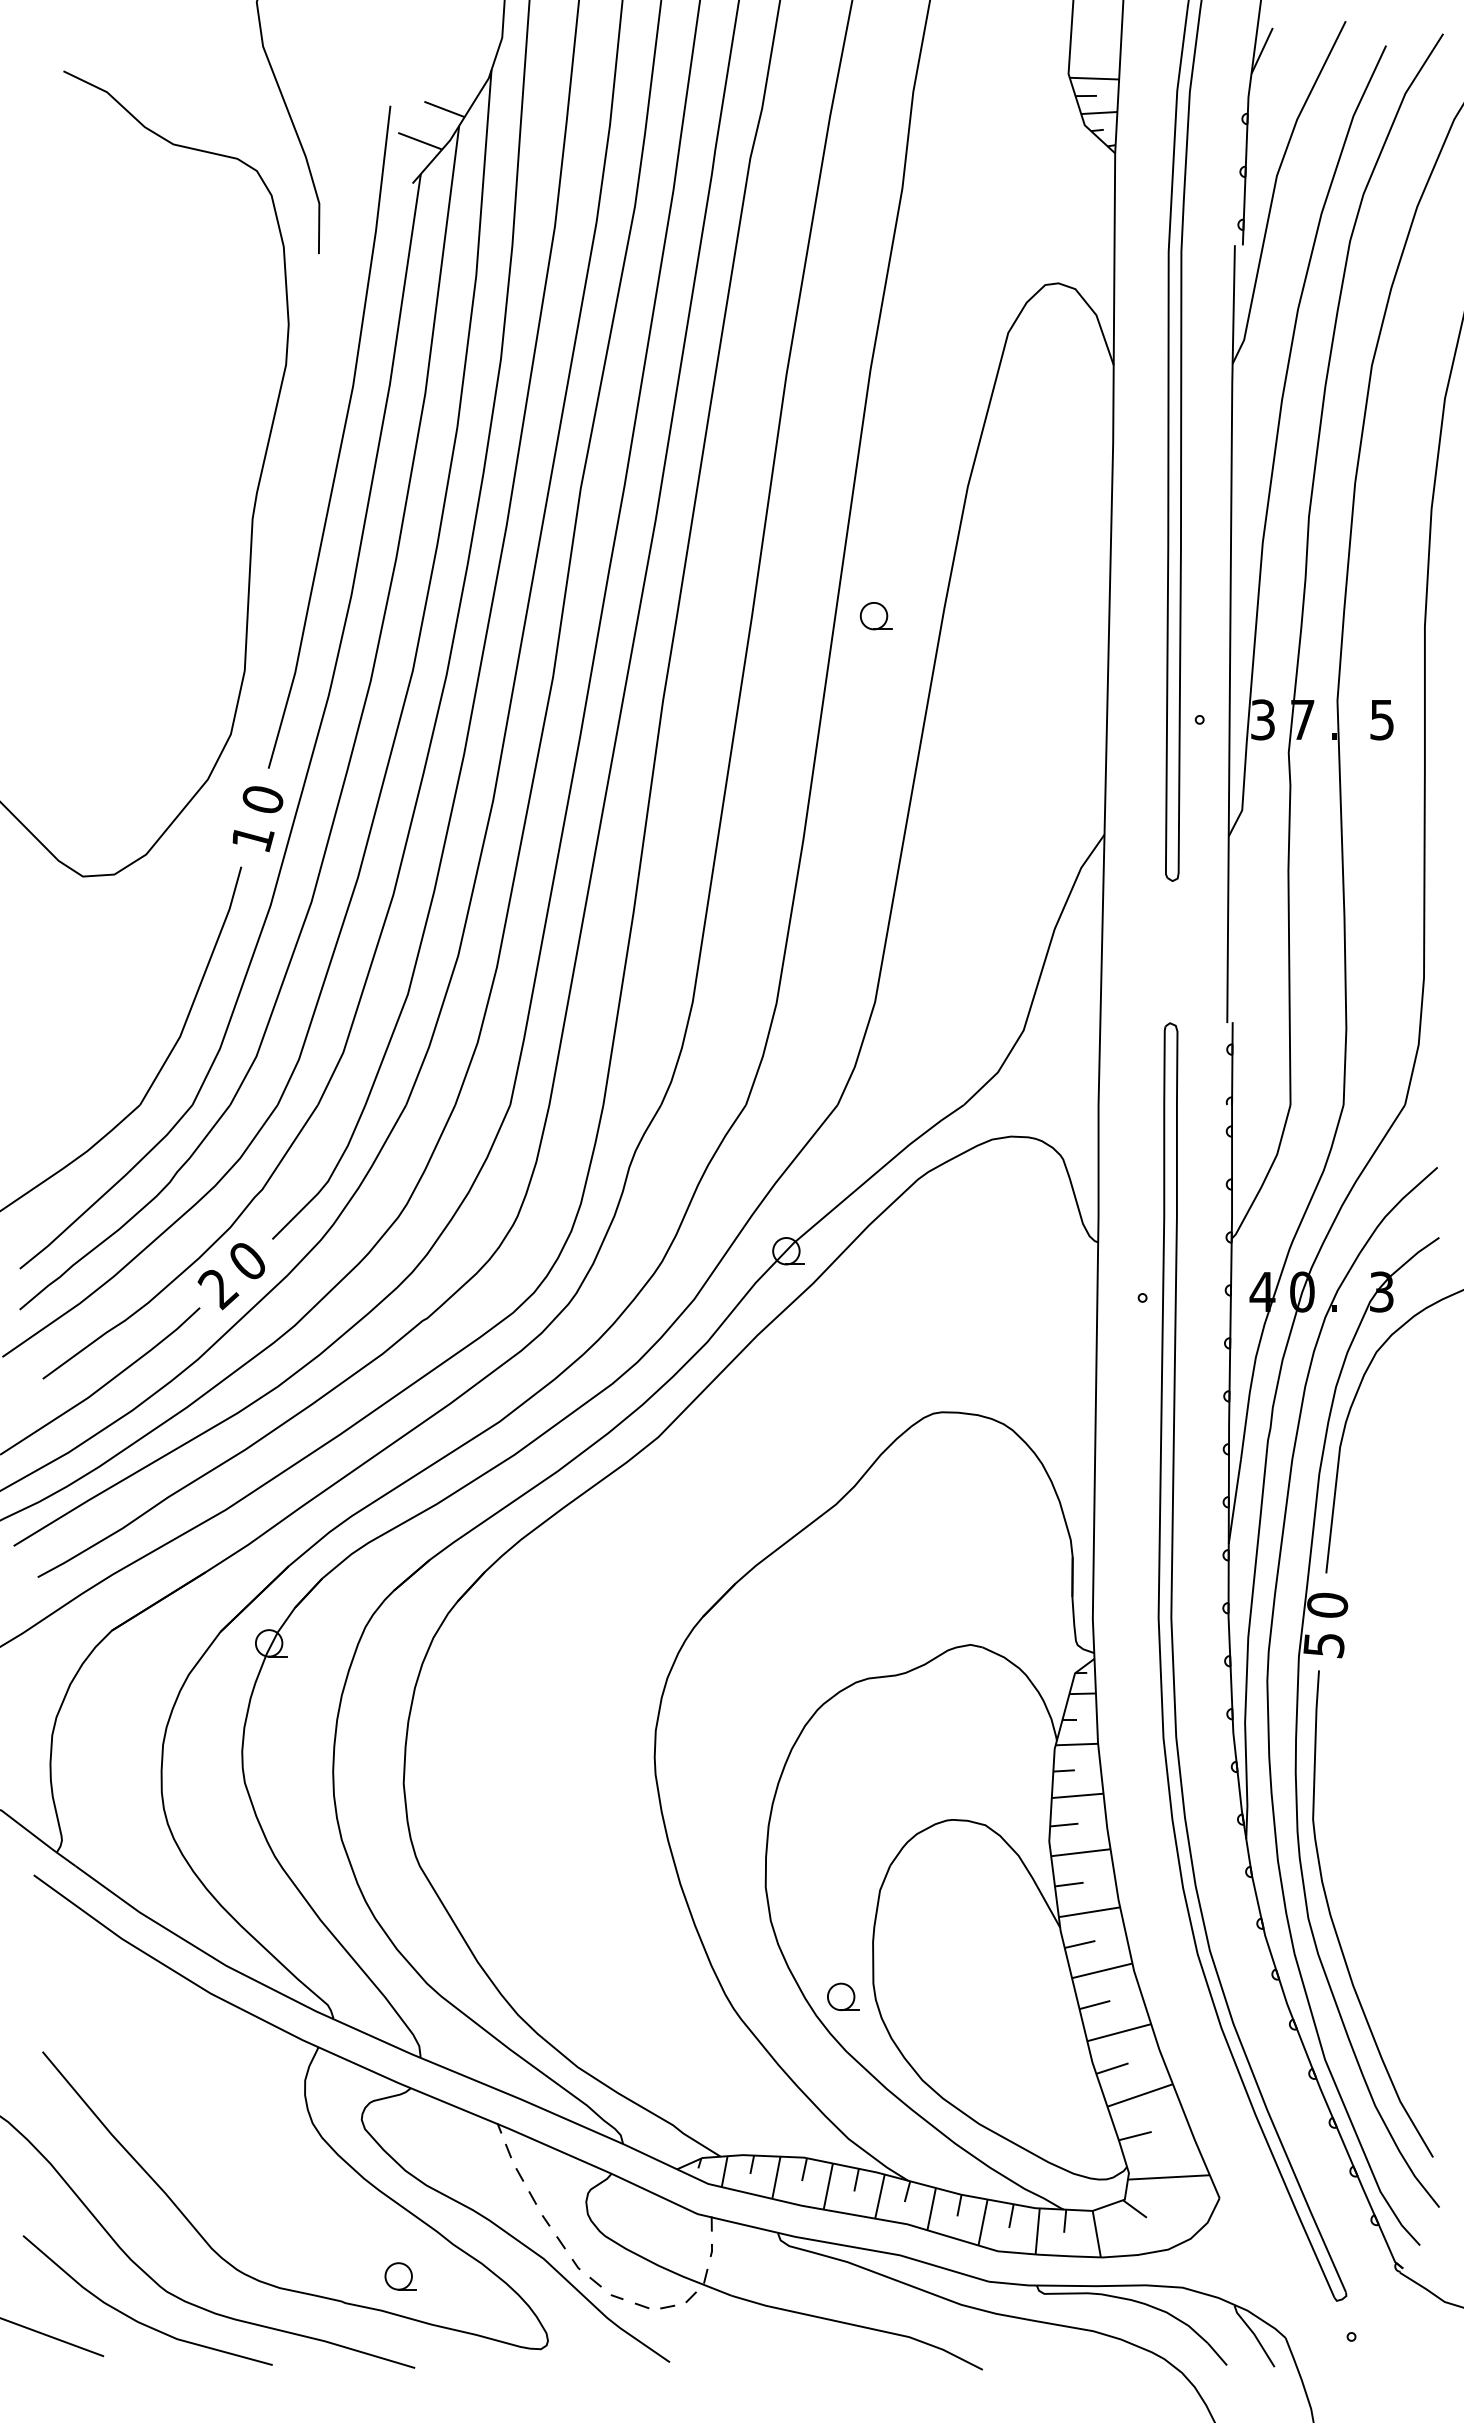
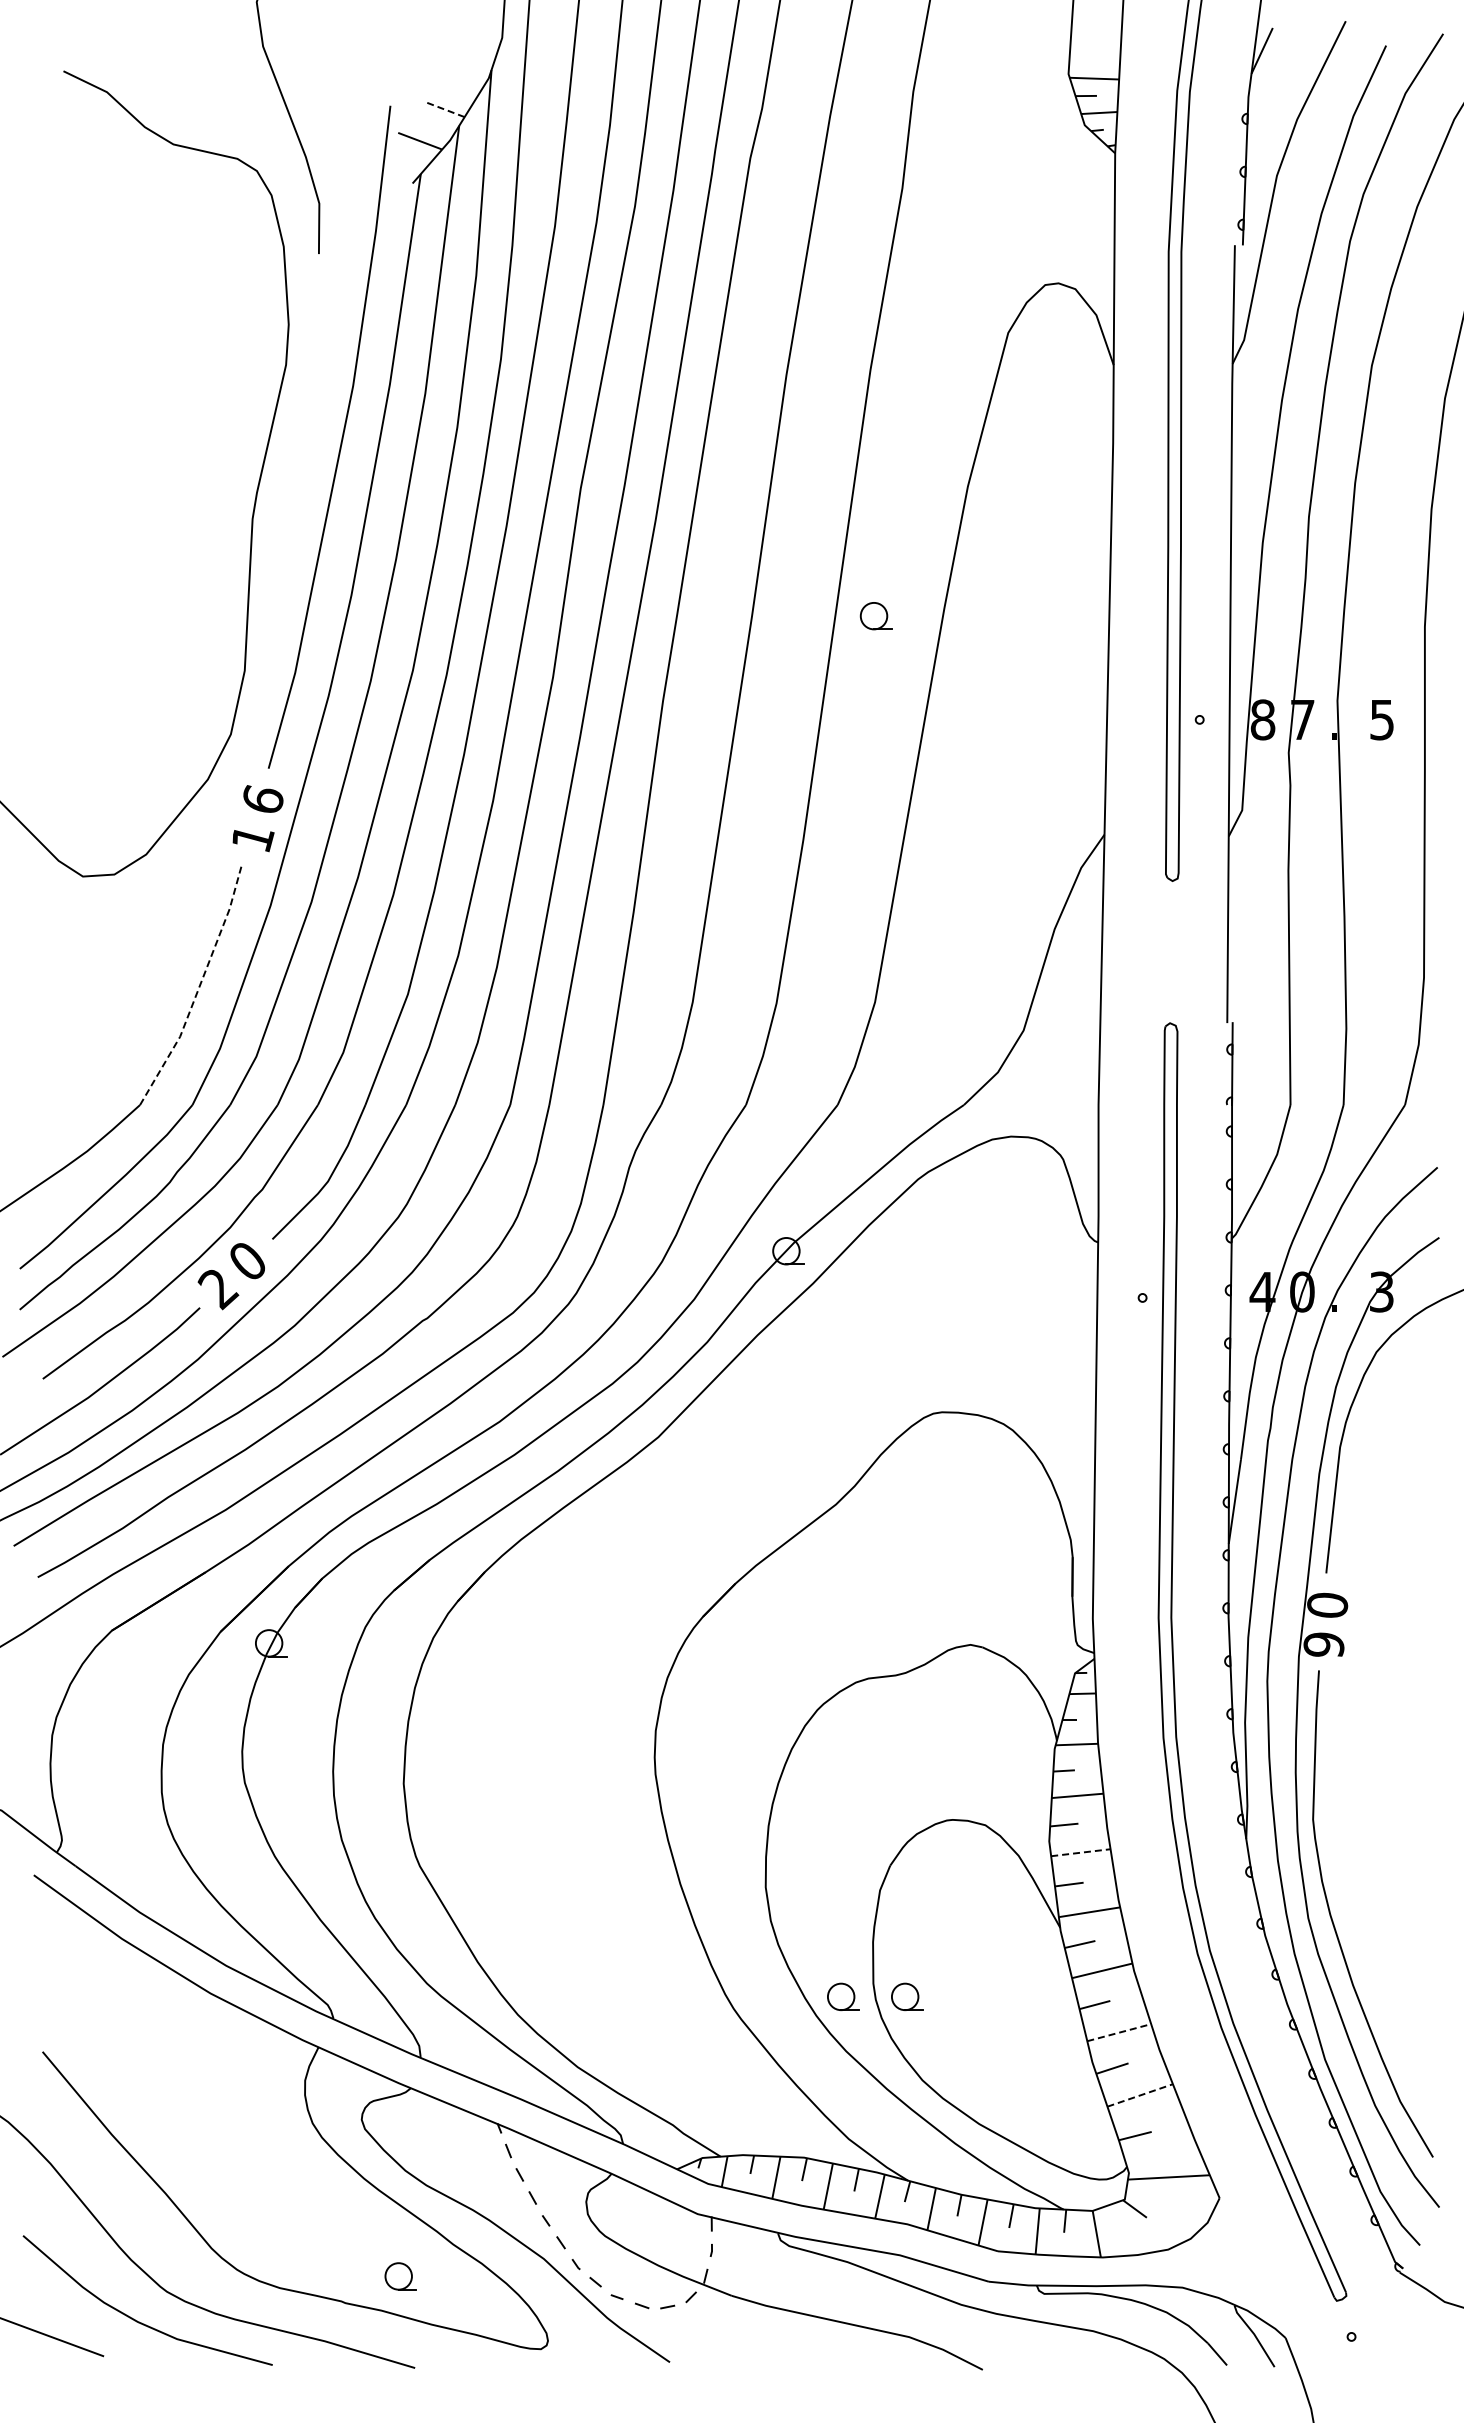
line at (444, 109): solid -> dashed
text at (1262, 719): 3 -> 8
text at (262, 799): 0 -> 6
line at (198, 989): solid -> dashed
text at (1323, 1645): 5 -> 9
line at (1080, 1852): solid -> dashed
part at (907, 1996): none -> present
line at (1119, 2032): solid -> dashed
line at (1140, 2095): solid -> dashed
